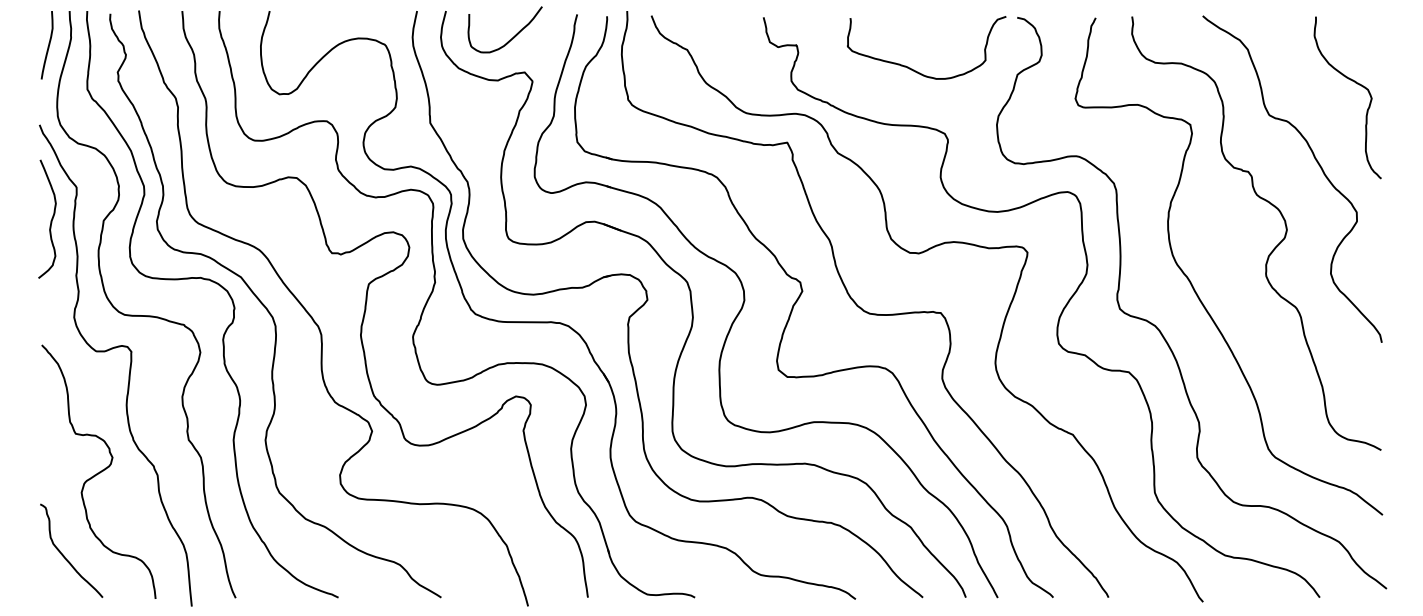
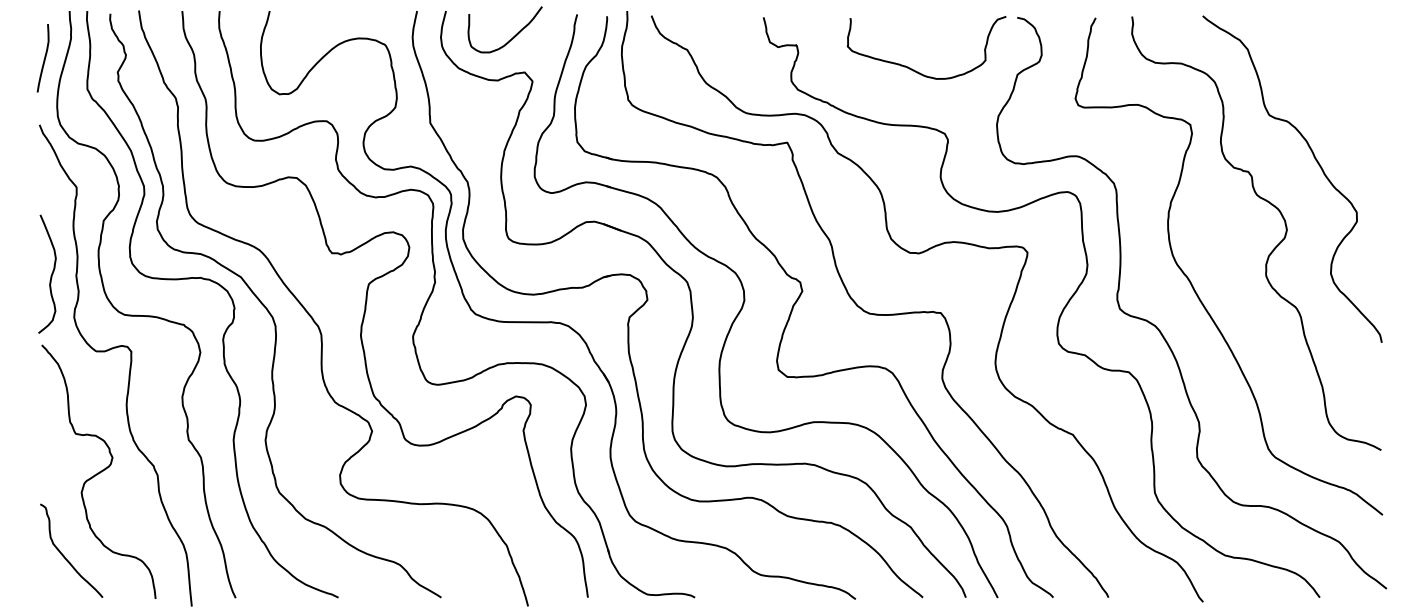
curve at (47, 46) position: (47, 46) -> (43, 59)
curve at (1355, 83): present -> none
curve at (50, 220) position: (50, 220) -> (50, 275)
